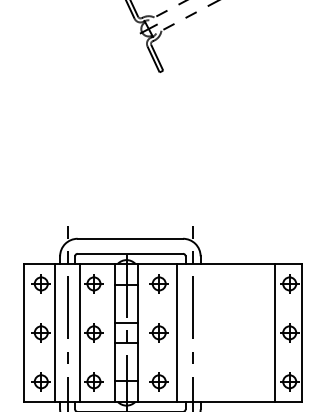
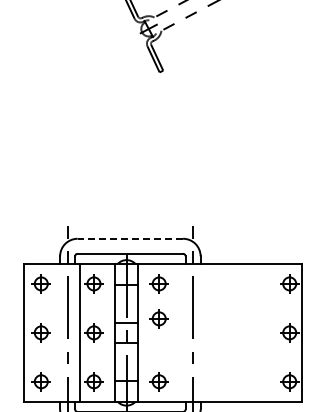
line at (130, 238): solid -> dashed
line at (54, 332): present -> none
part at (158, 332) position: (158, 332) -> (158, 318)
line at (176, 332): present -> none
line at (274, 332): present -> none
